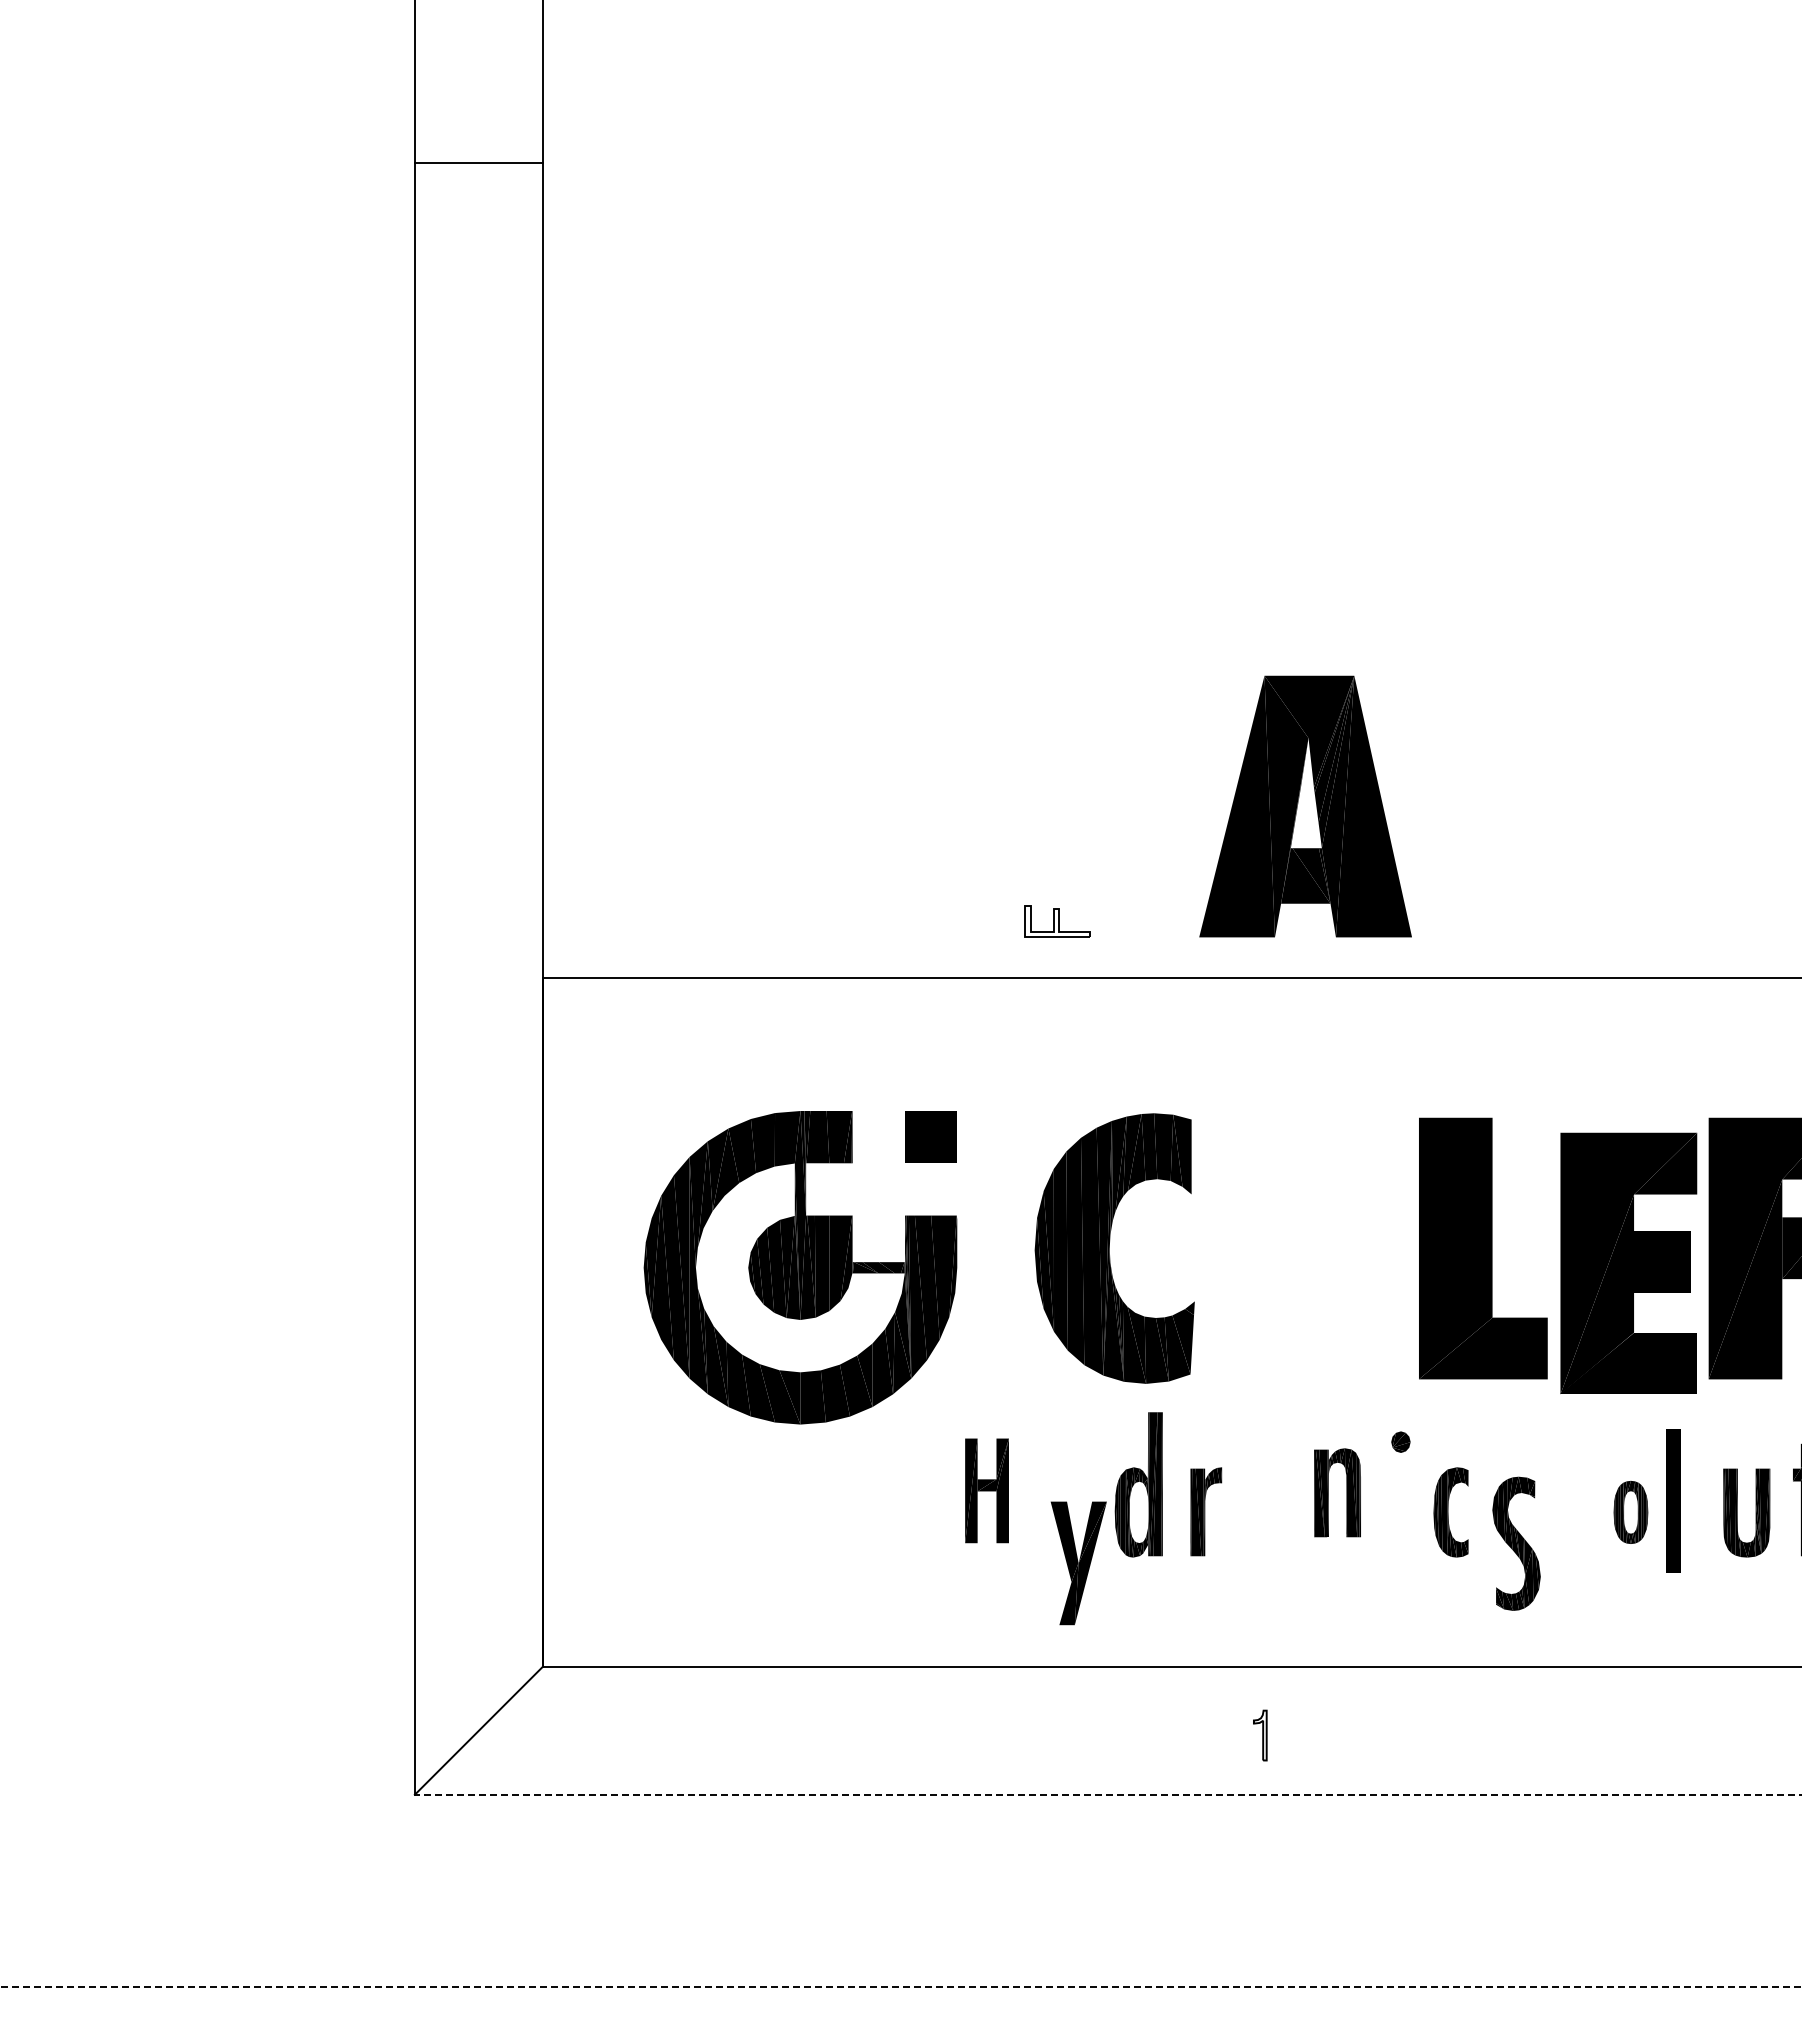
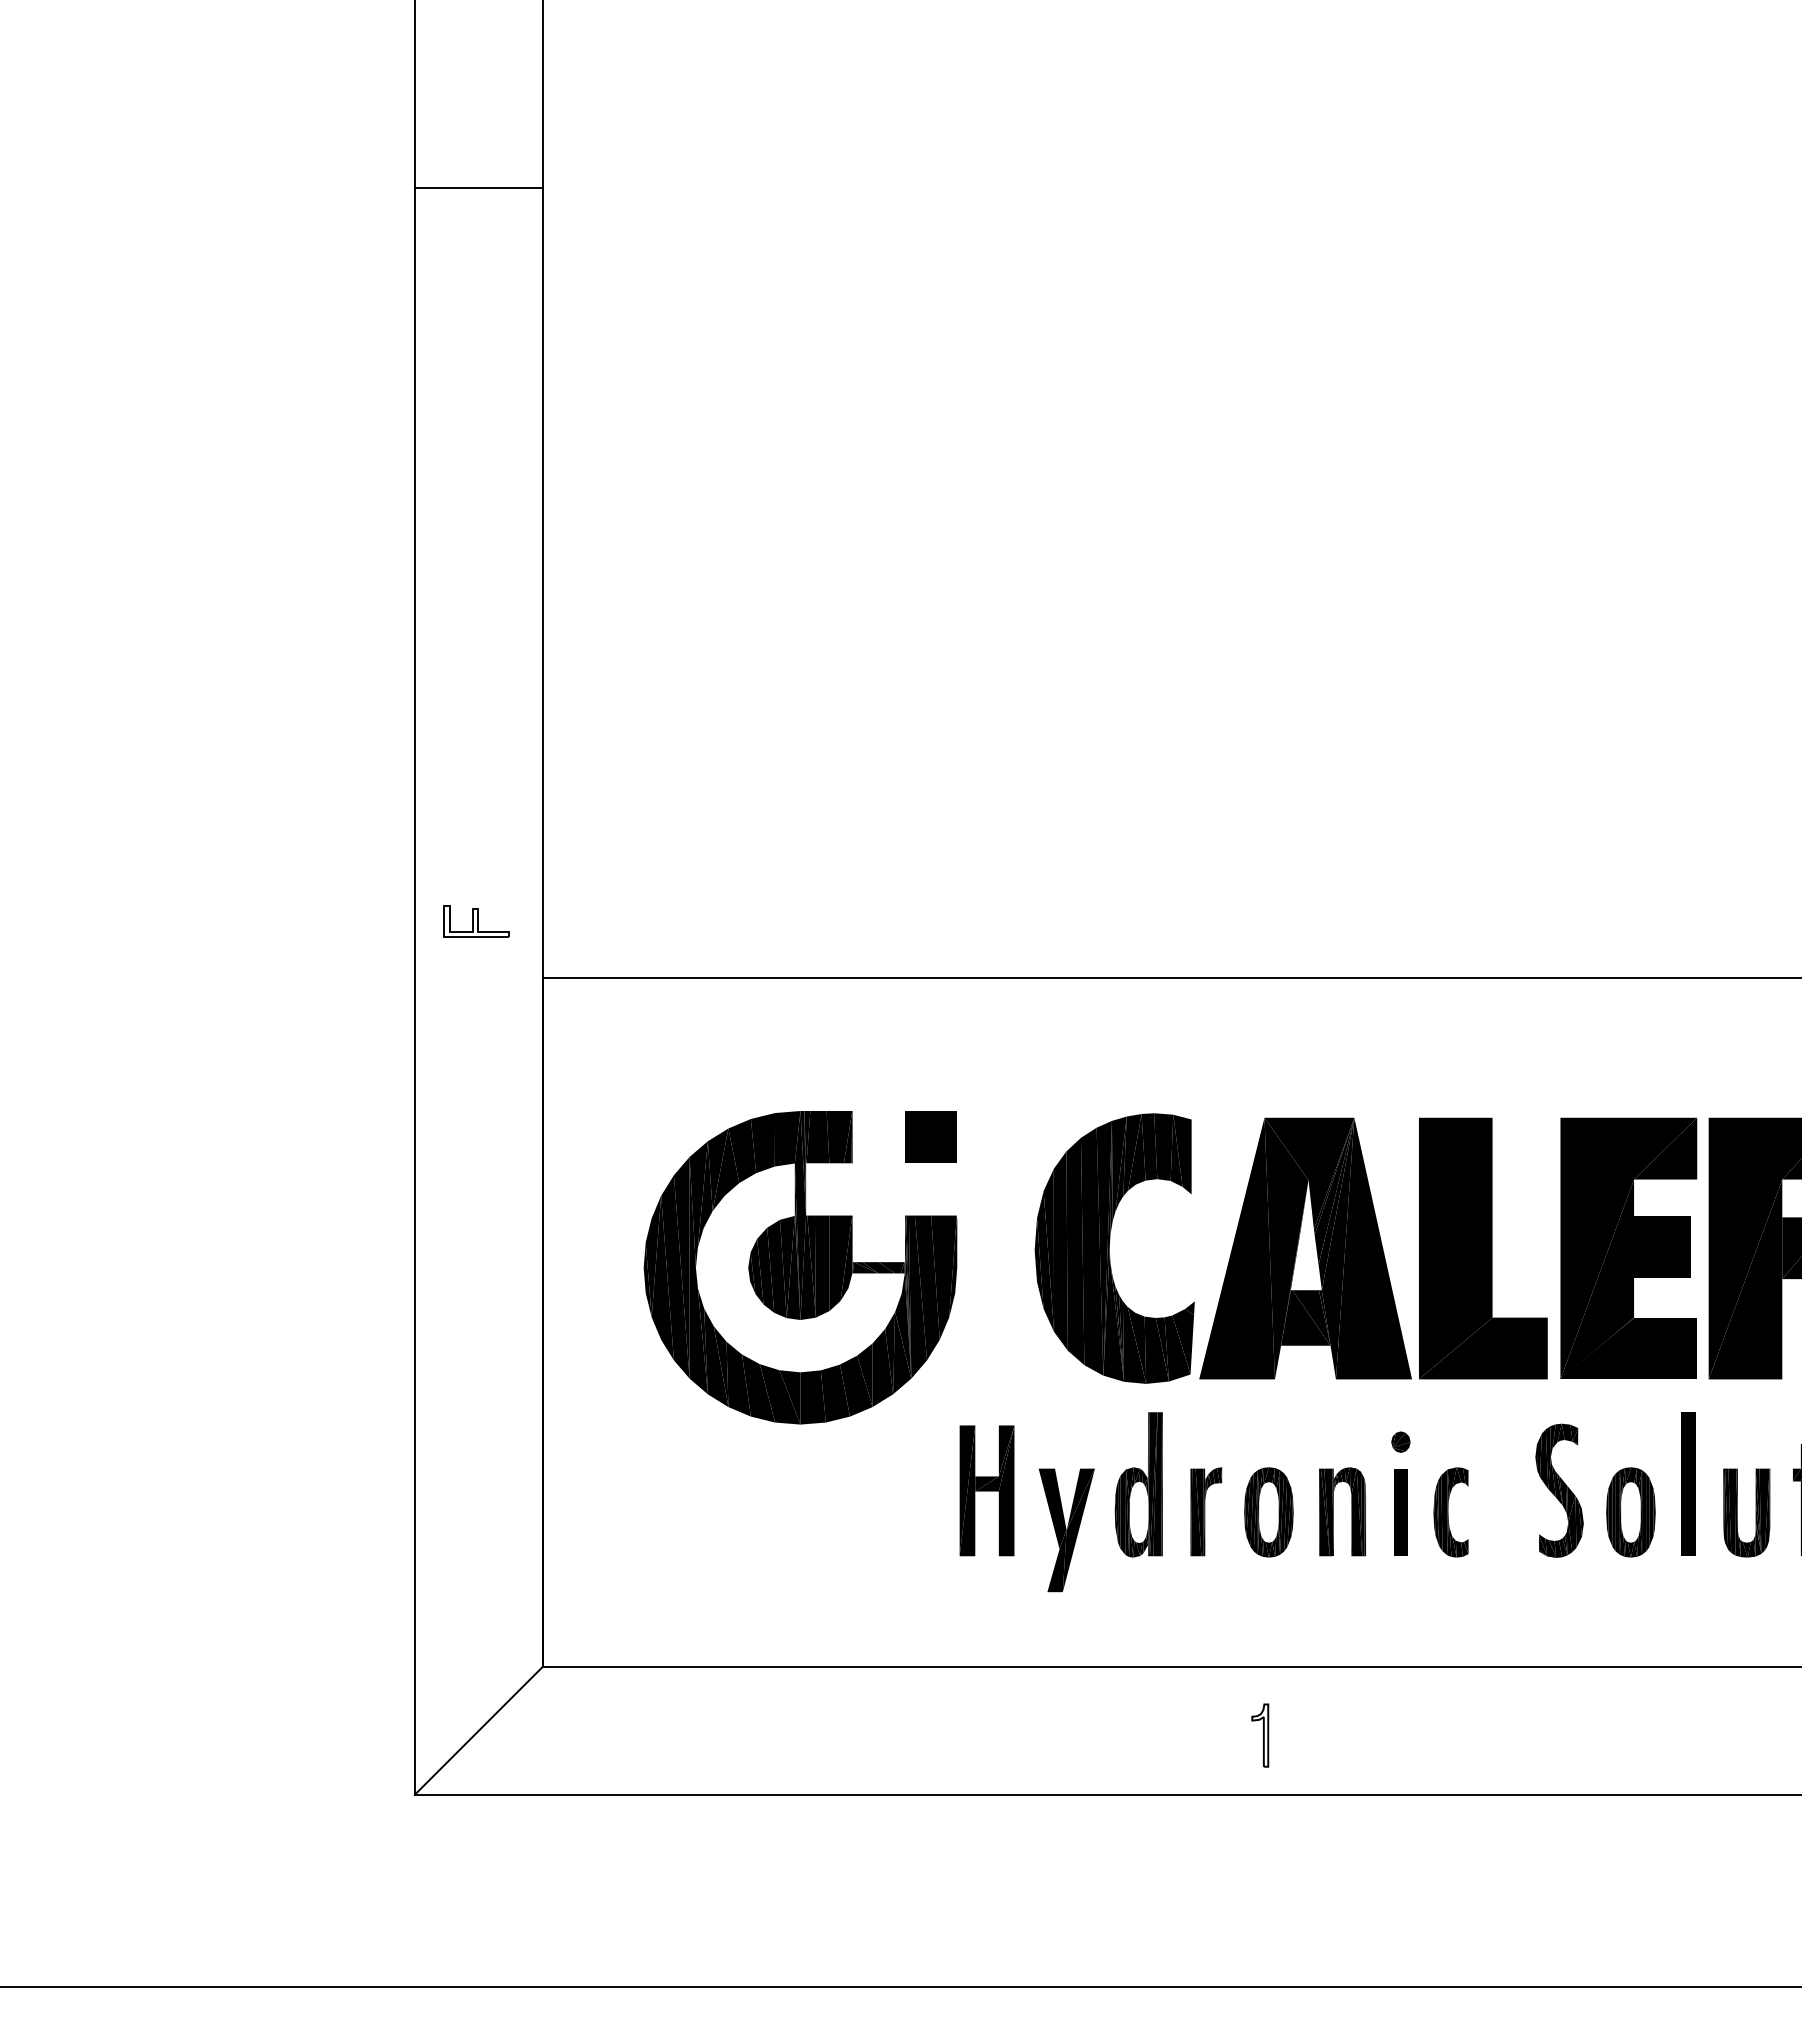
line at (478, 162) position: (478, 162) -> (478, 187)
part at (1305, 806) position: (1305, 806) -> (1305, 1248)
part at (1057, 921) position: (1057, 921) -> (476, 921)
part at (1628, 1262) position: (1628, 1262) -> (1628, 1247)
part at (986, 1490) size: 44x106 px -> 56x132 px
part at (1328, 1492) position: (1328, 1492) -> (1333, 1511)
part at (1673, 1500) position: (1673, 1500) -> (1688, 1483)
part at (1630, 1511) size: 36x64 px -> 50x91 px
part at (1268, 1512): none -> present
part at (1400, 1512): none -> present
part at (1516, 1543) position: (1516, 1543) -> (1559, 1490)
part at (1078, 1563) position: (1078, 1563) -> (1066, 1530)
part at (1260, 1735) size: 15x53 px -> 19x65 px
line at (1107, 1794): dashed -> solid
line at (901, 1986): dashed -> solid
